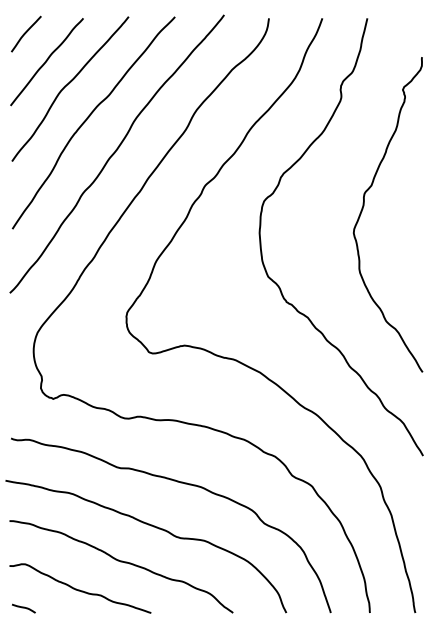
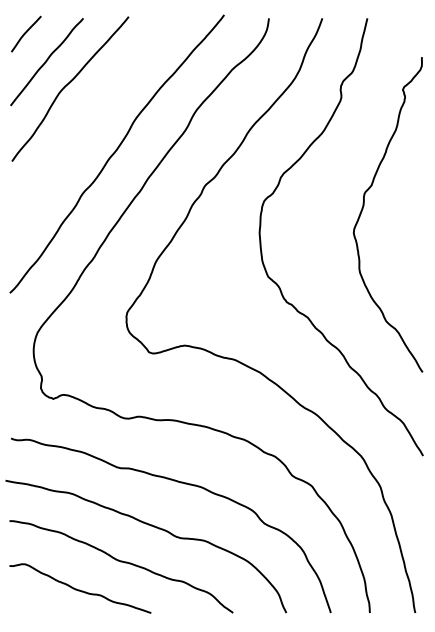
curve at (89, 117): present -> none
curve at (23, 608): present -> none
